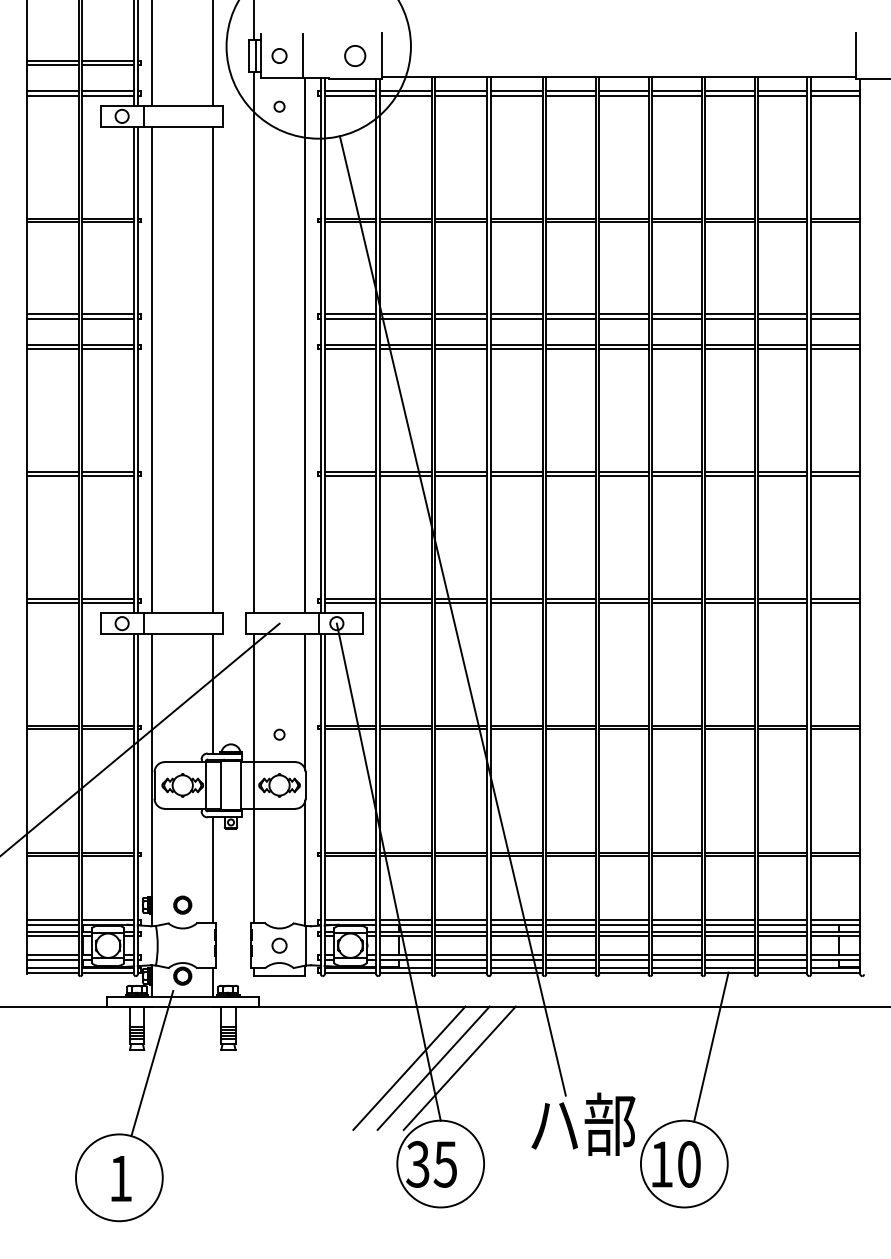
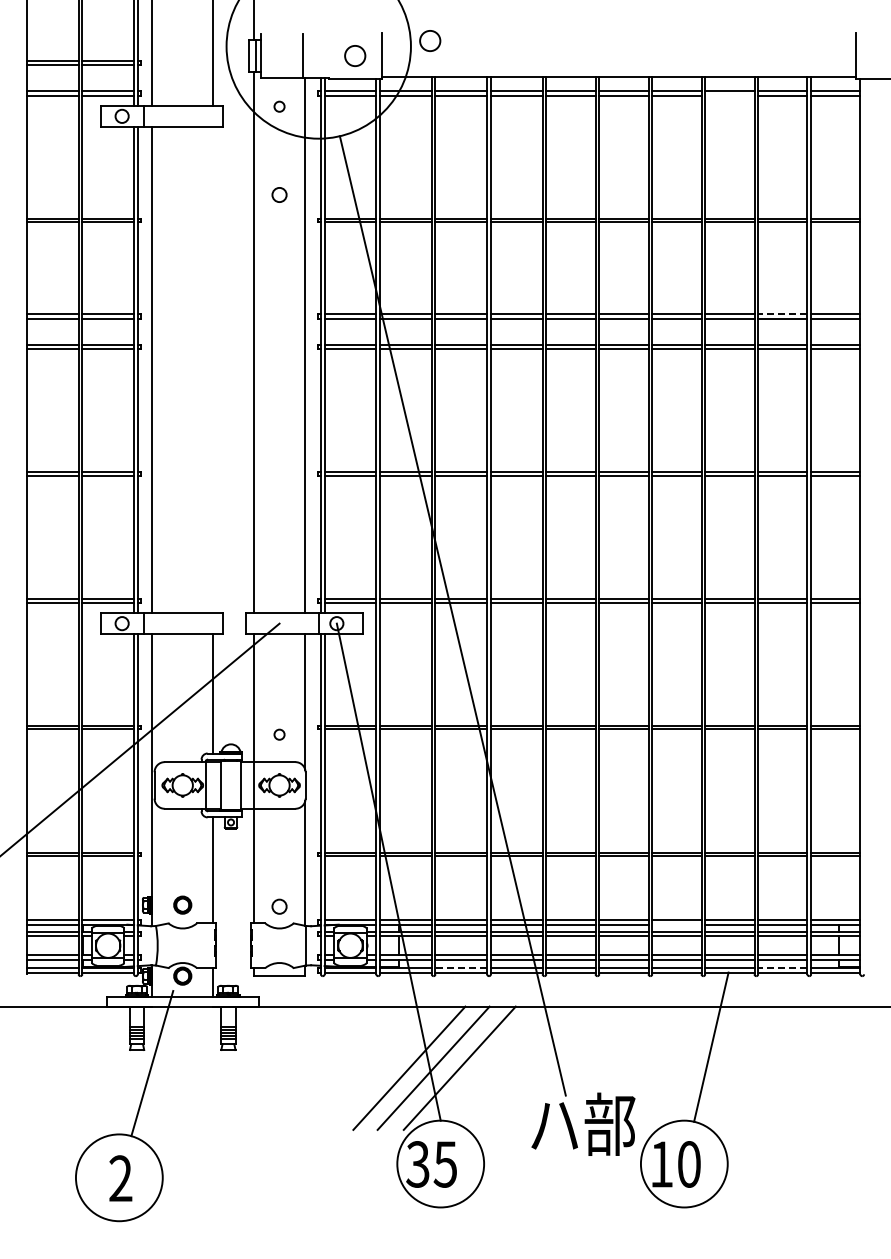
circle at (430, 40): none -> present
circle at (279, 55) position: (279, 55) -> (279, 194)
line at (729, 95): present -> none
line at (782, 314): solid -> dashed
line at (213, 369): present -> none
line at (676, 924): present -> none
circle at (279, 945) position: (279, 945) -> (279, 906)
line at (461, 968): solid -> dashed
line at (782, 968): solid -> dashed
text at (120, 1178): 1 -> 2
